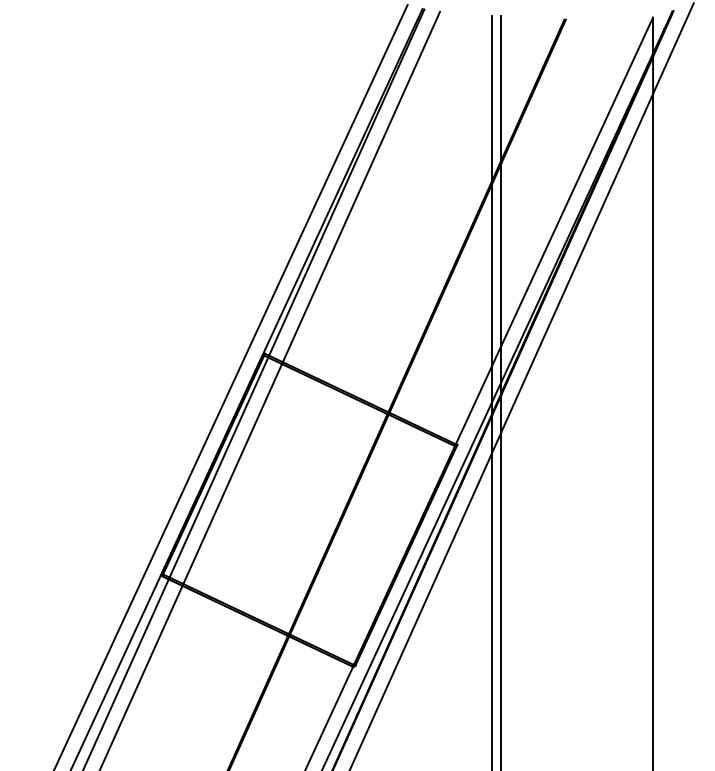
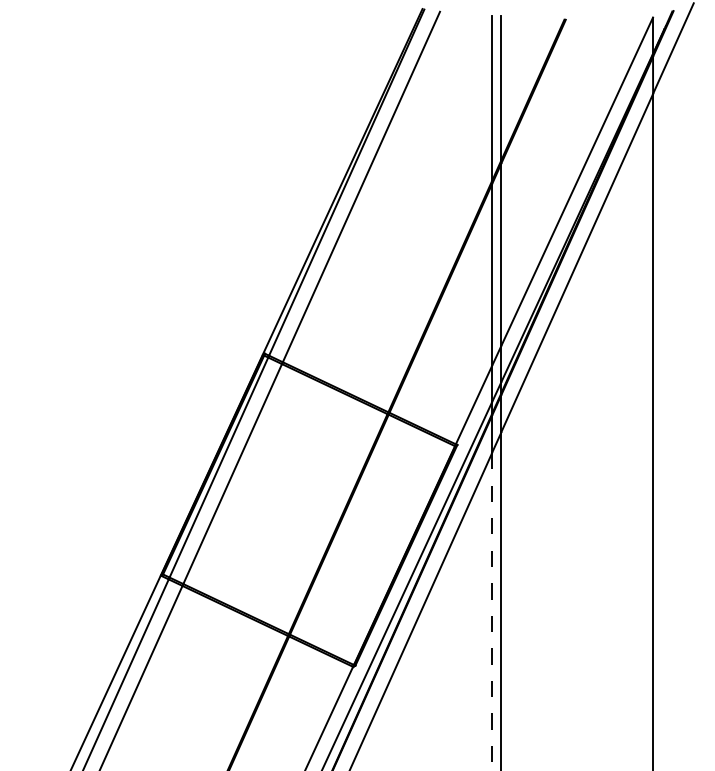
line at (231, 385): present -> none
line at (492, 612): solid -> dashed
